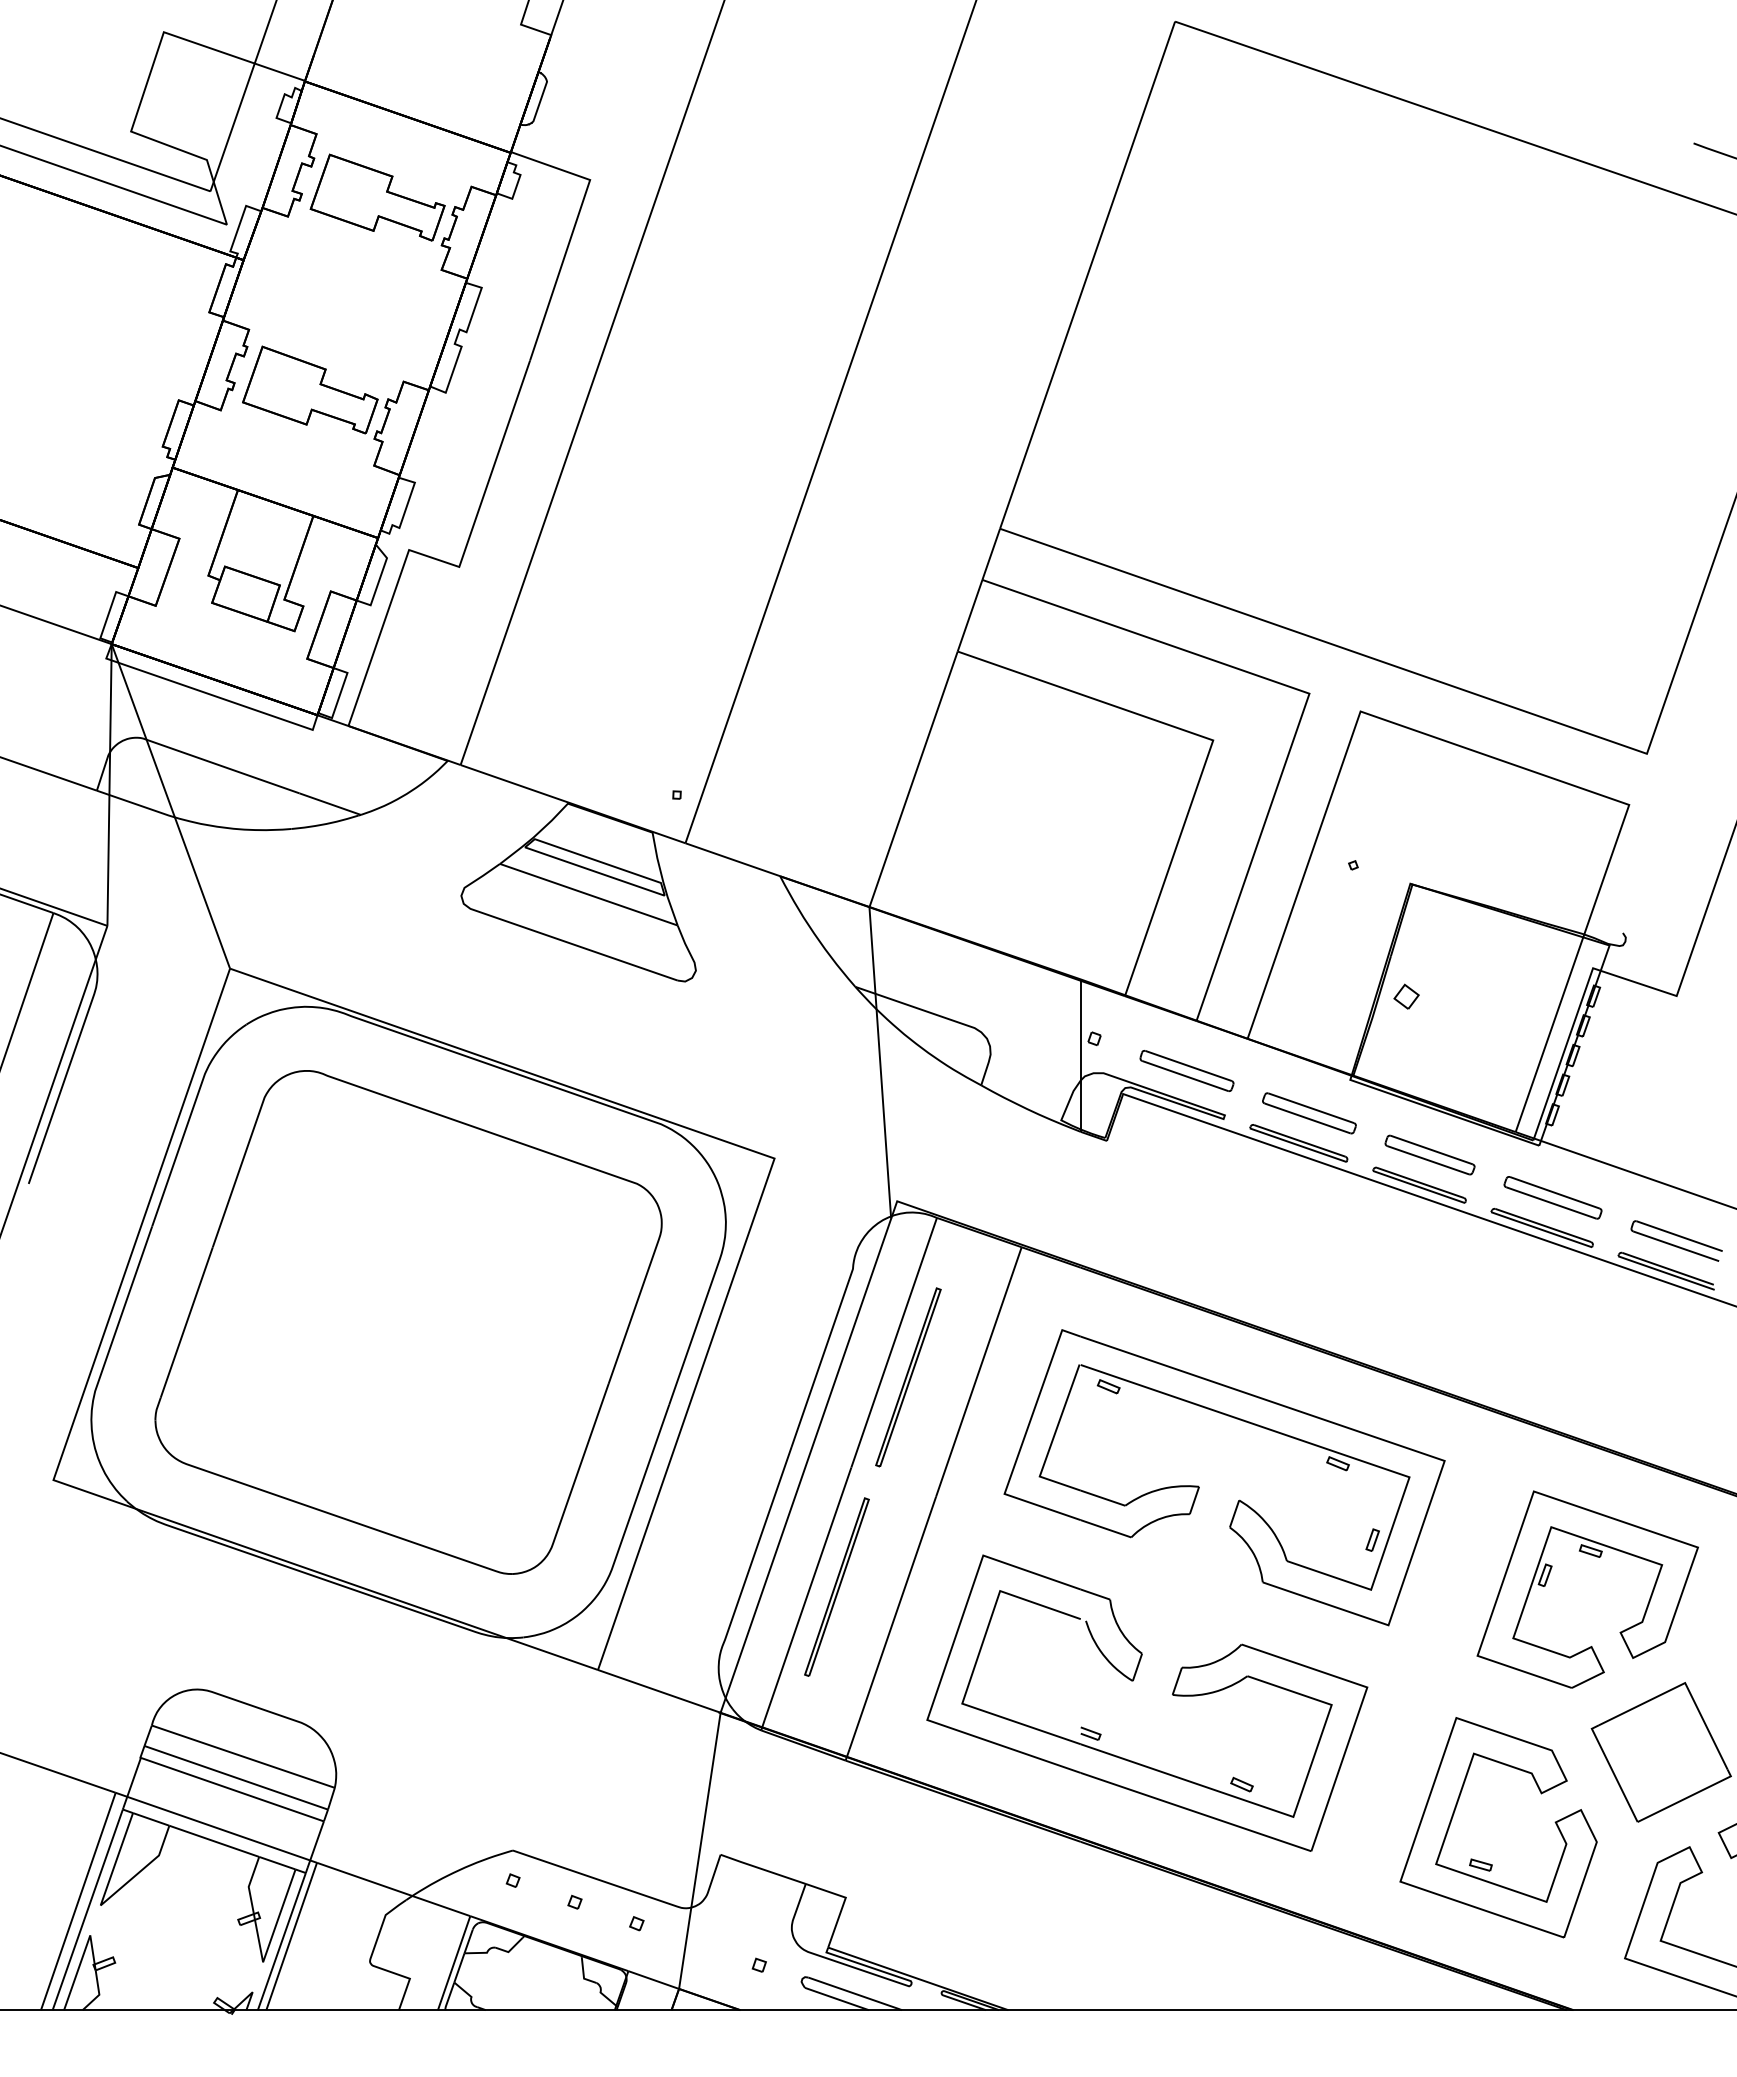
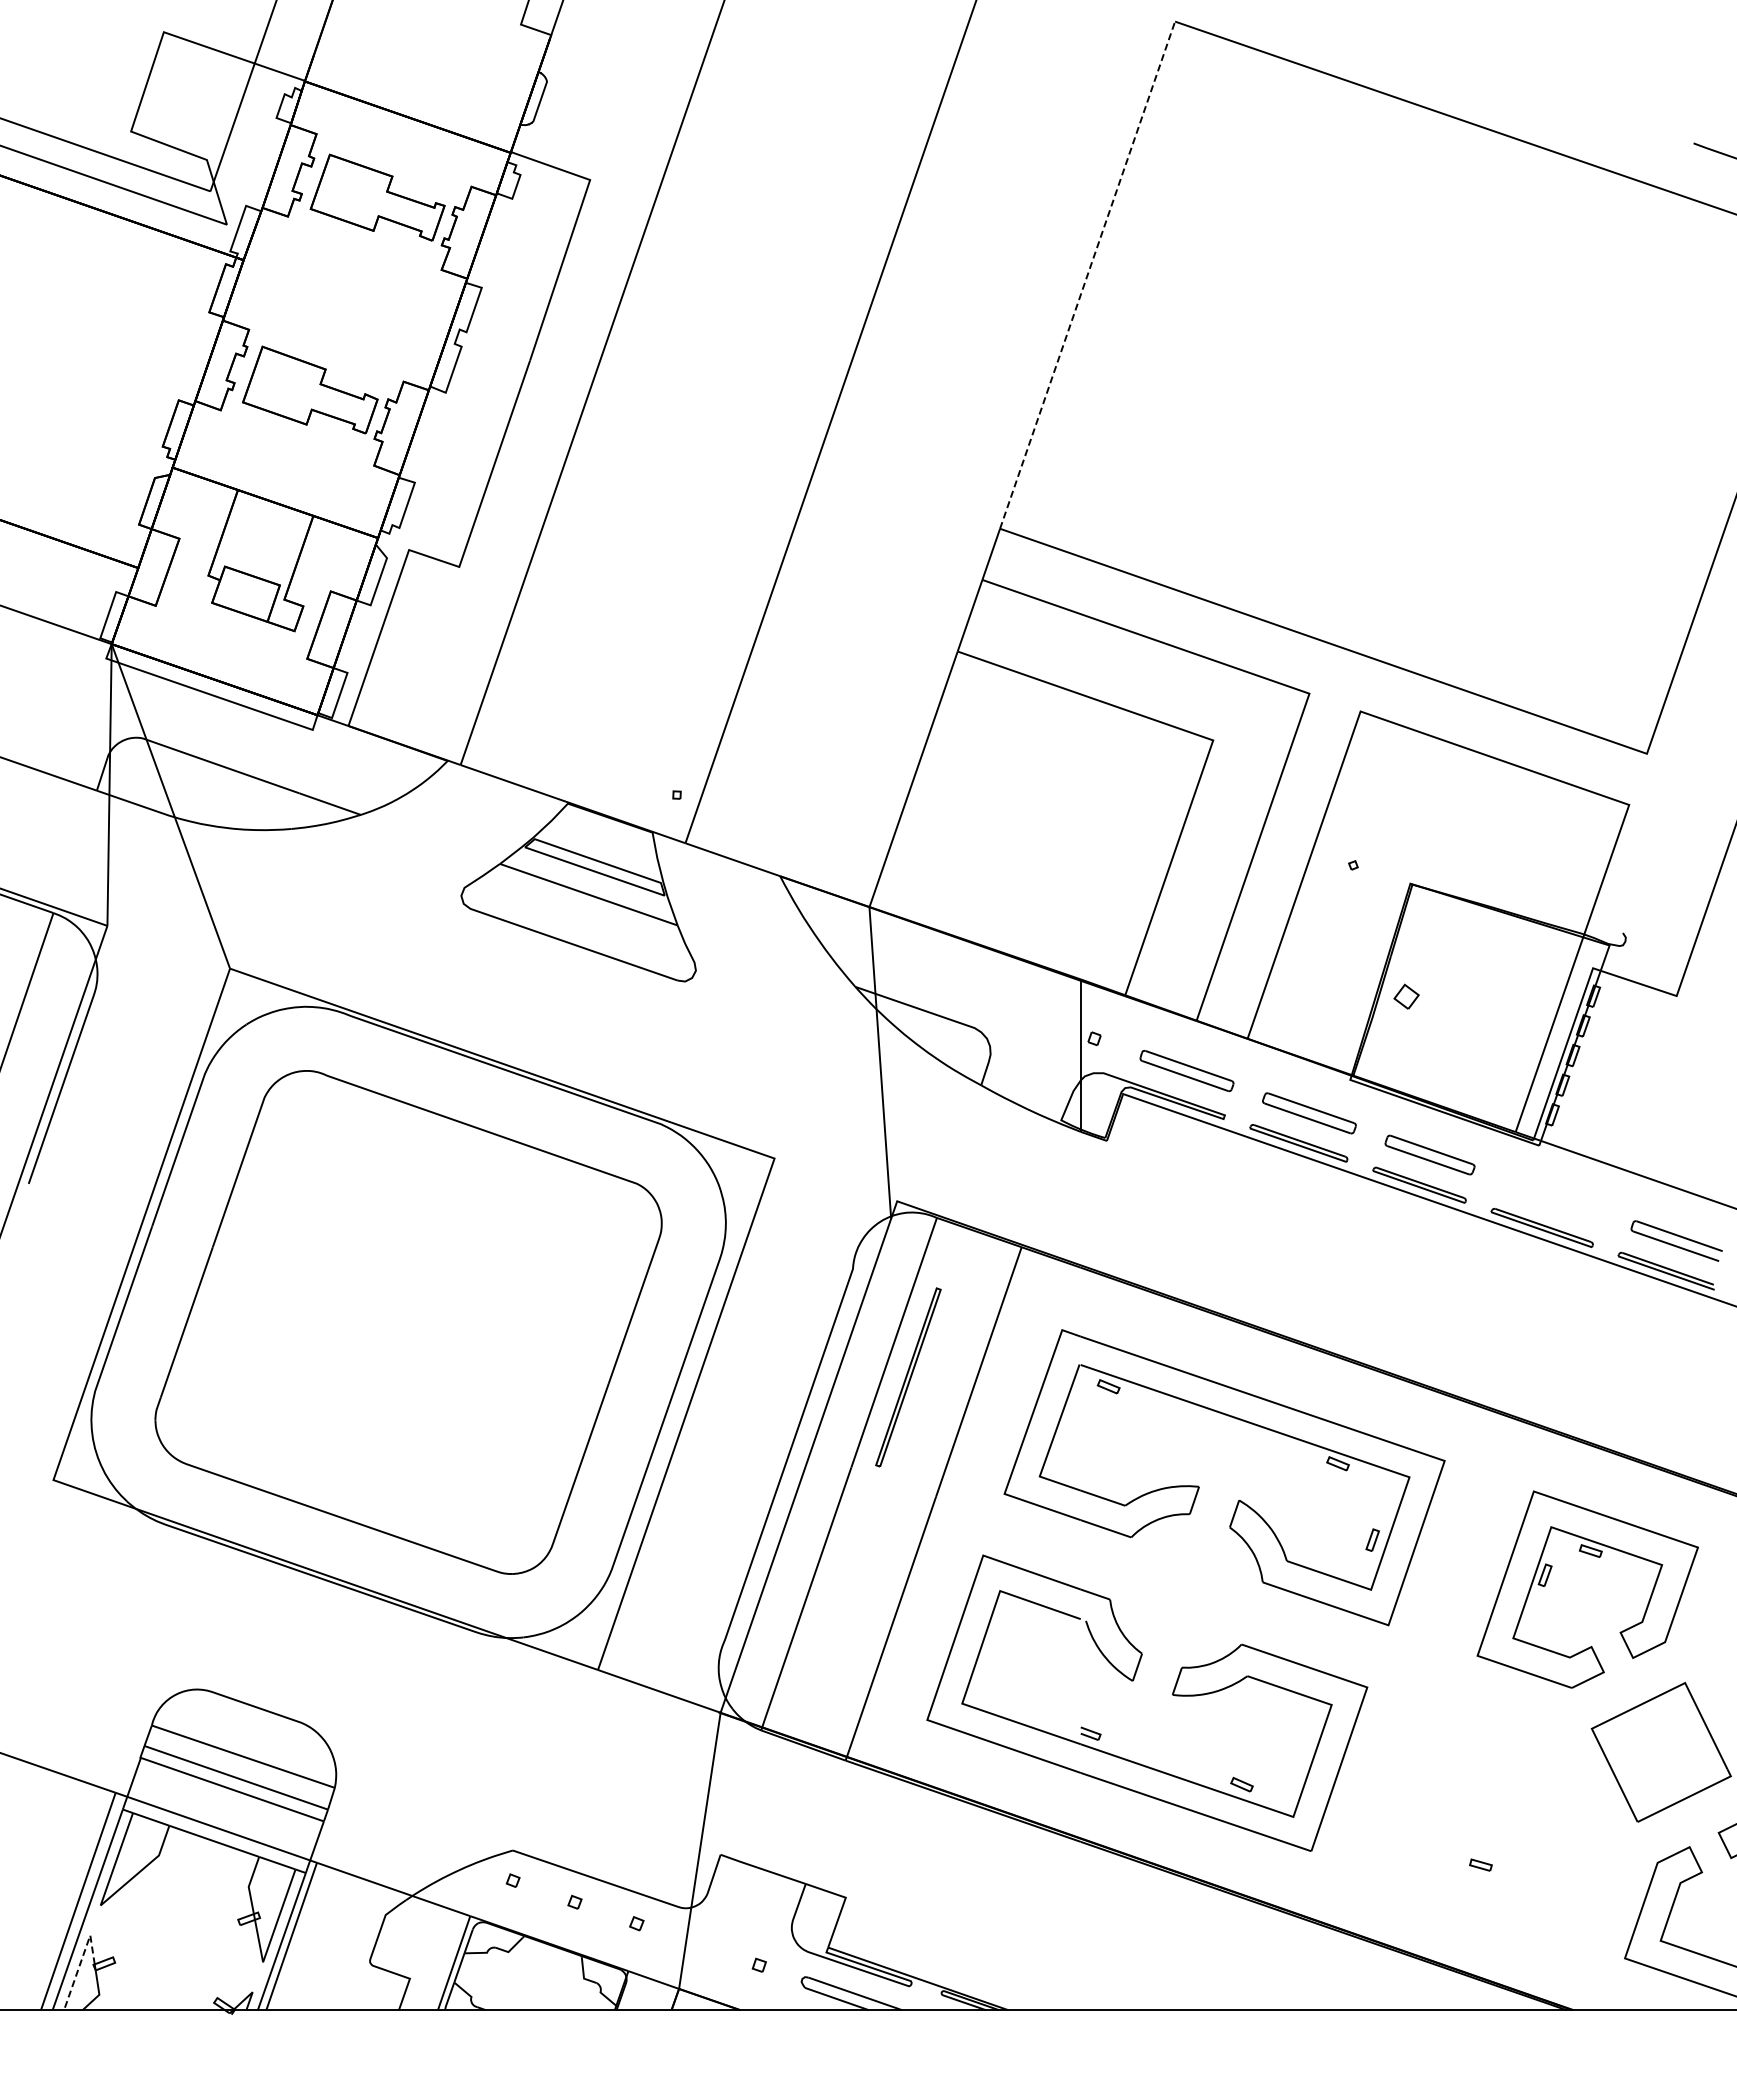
line at (1087, 274): solid -> dashed
part at (1552, 1197): present -> none
part at (836, 1586): present -> none
part at (1455, 1811): present -> none
line at (82, 1958): solid -> dashed
